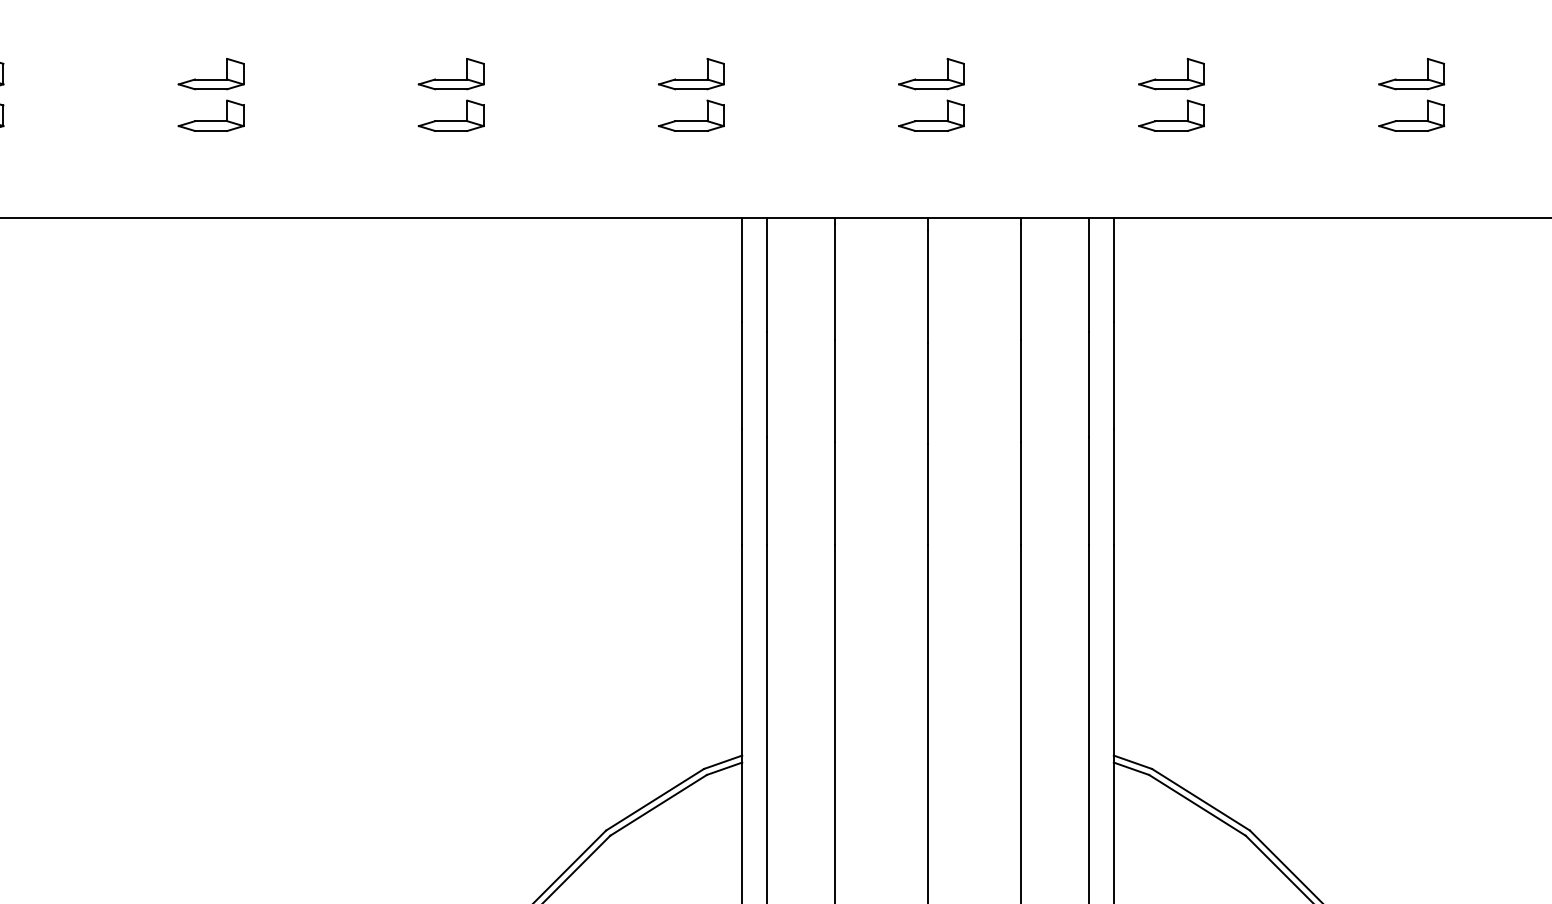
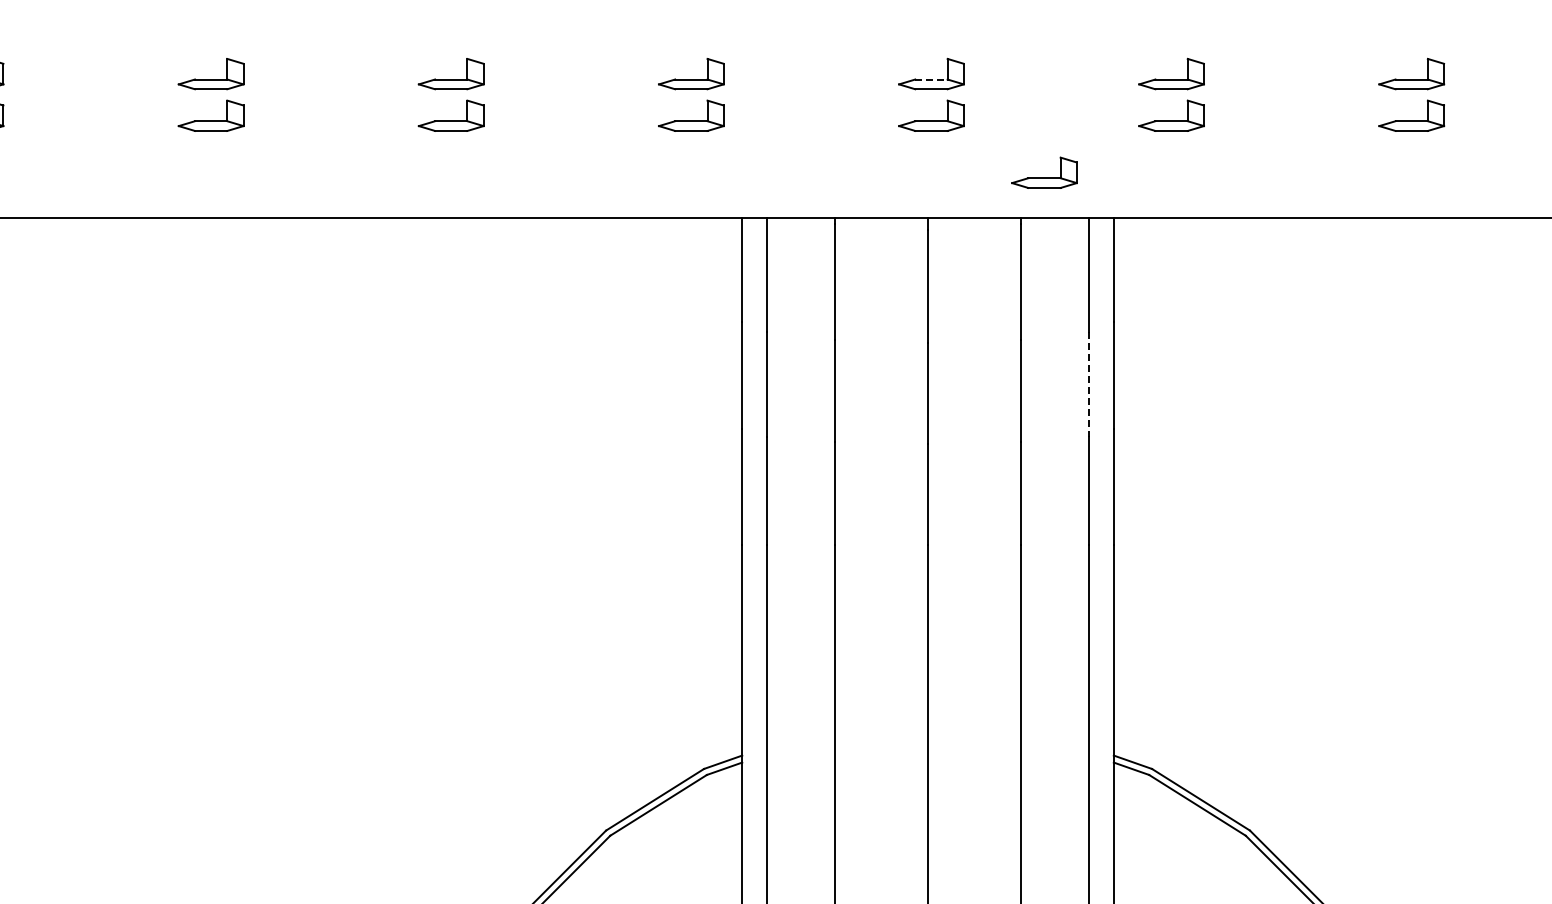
line at (931, 79): solid -> dashed
part at (1044, 172): none -> present
line at (1088, 385): solid -> dashed
